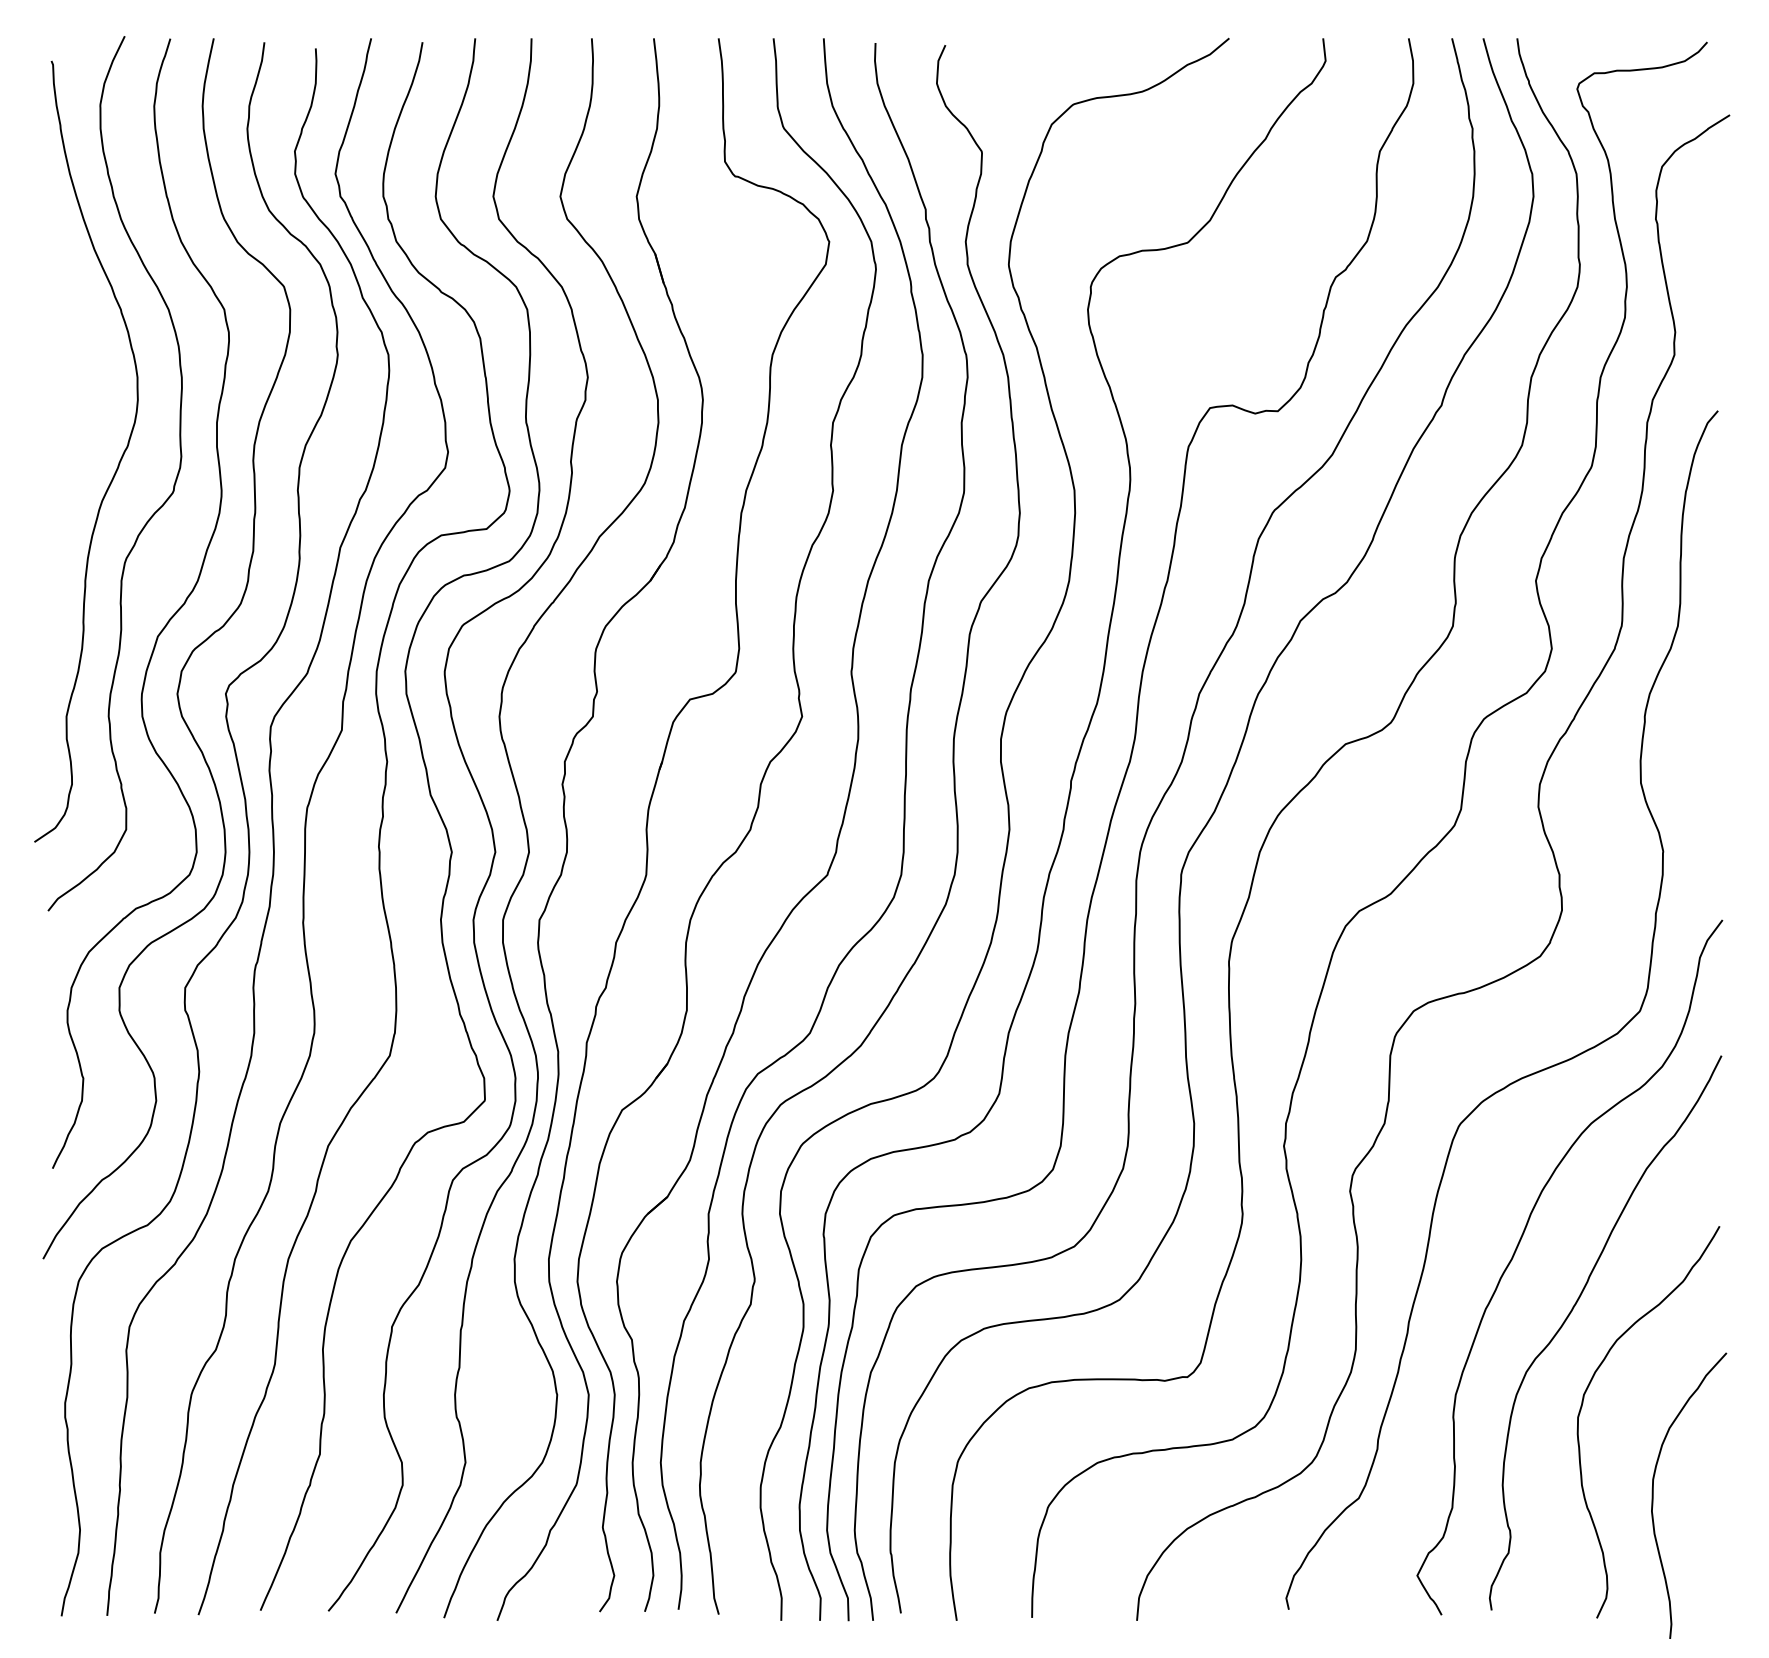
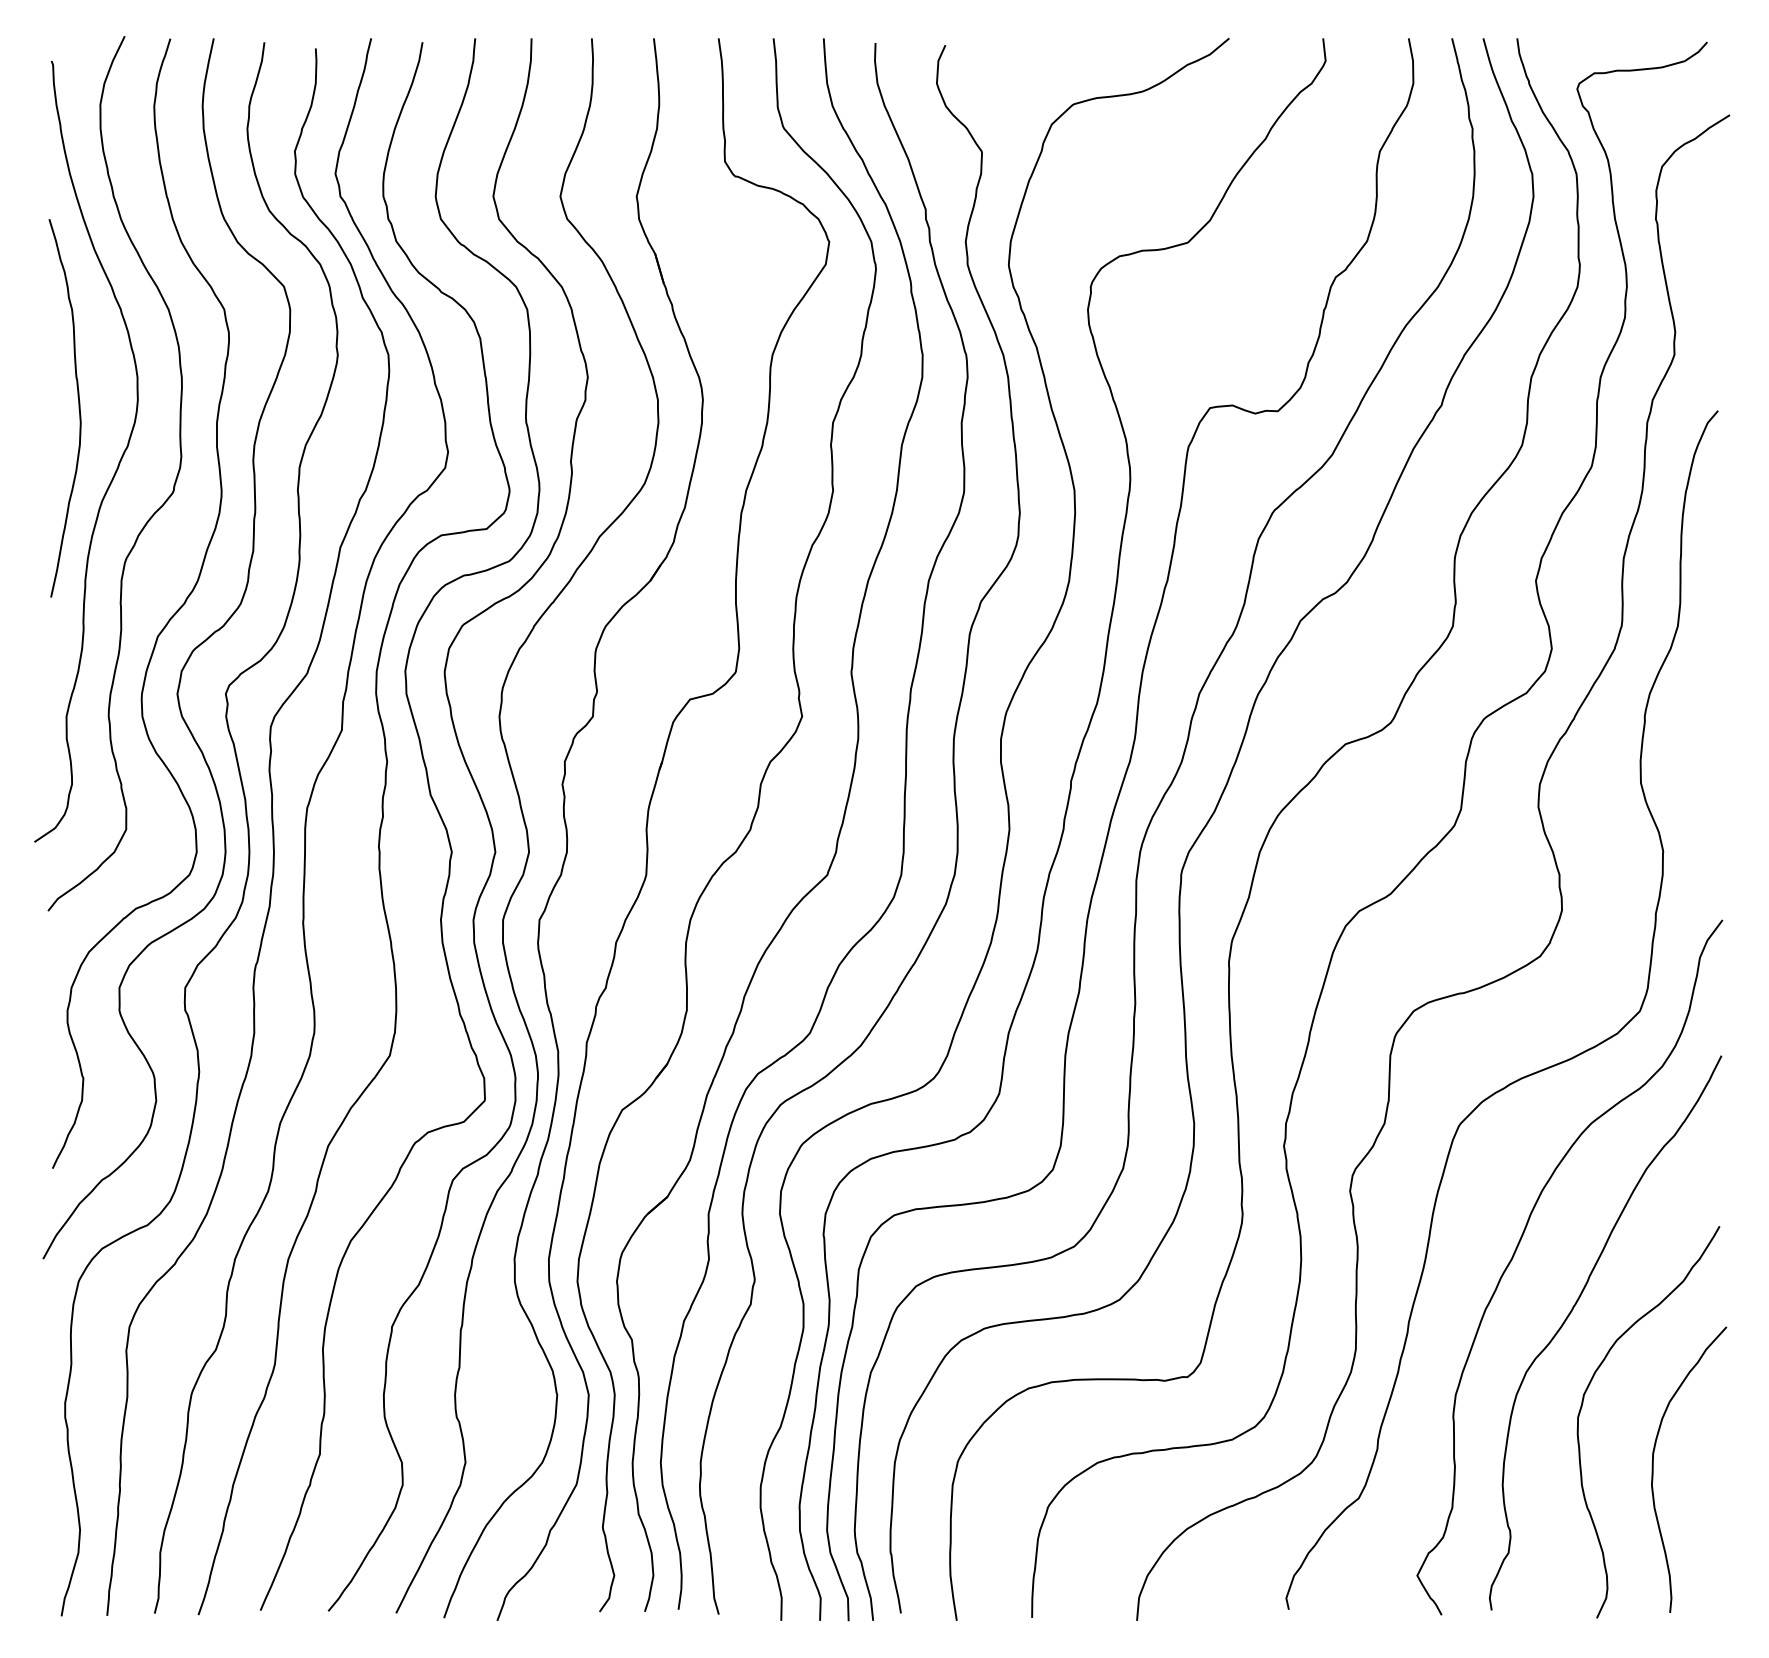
curve at (78, 408): none -> present
curve at (1653, 1495) position: (1653, 1495) -> (1653, 1469)
